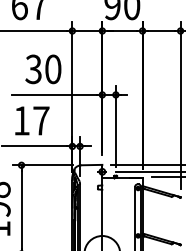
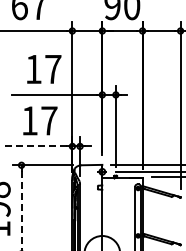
text at (43, 69): 30 -> 17
text at (32, 120) position: (32, 120) -> (40, 120)
line at (34, 146): solid -> dashed
line at (21, 209): solid -> dashed
